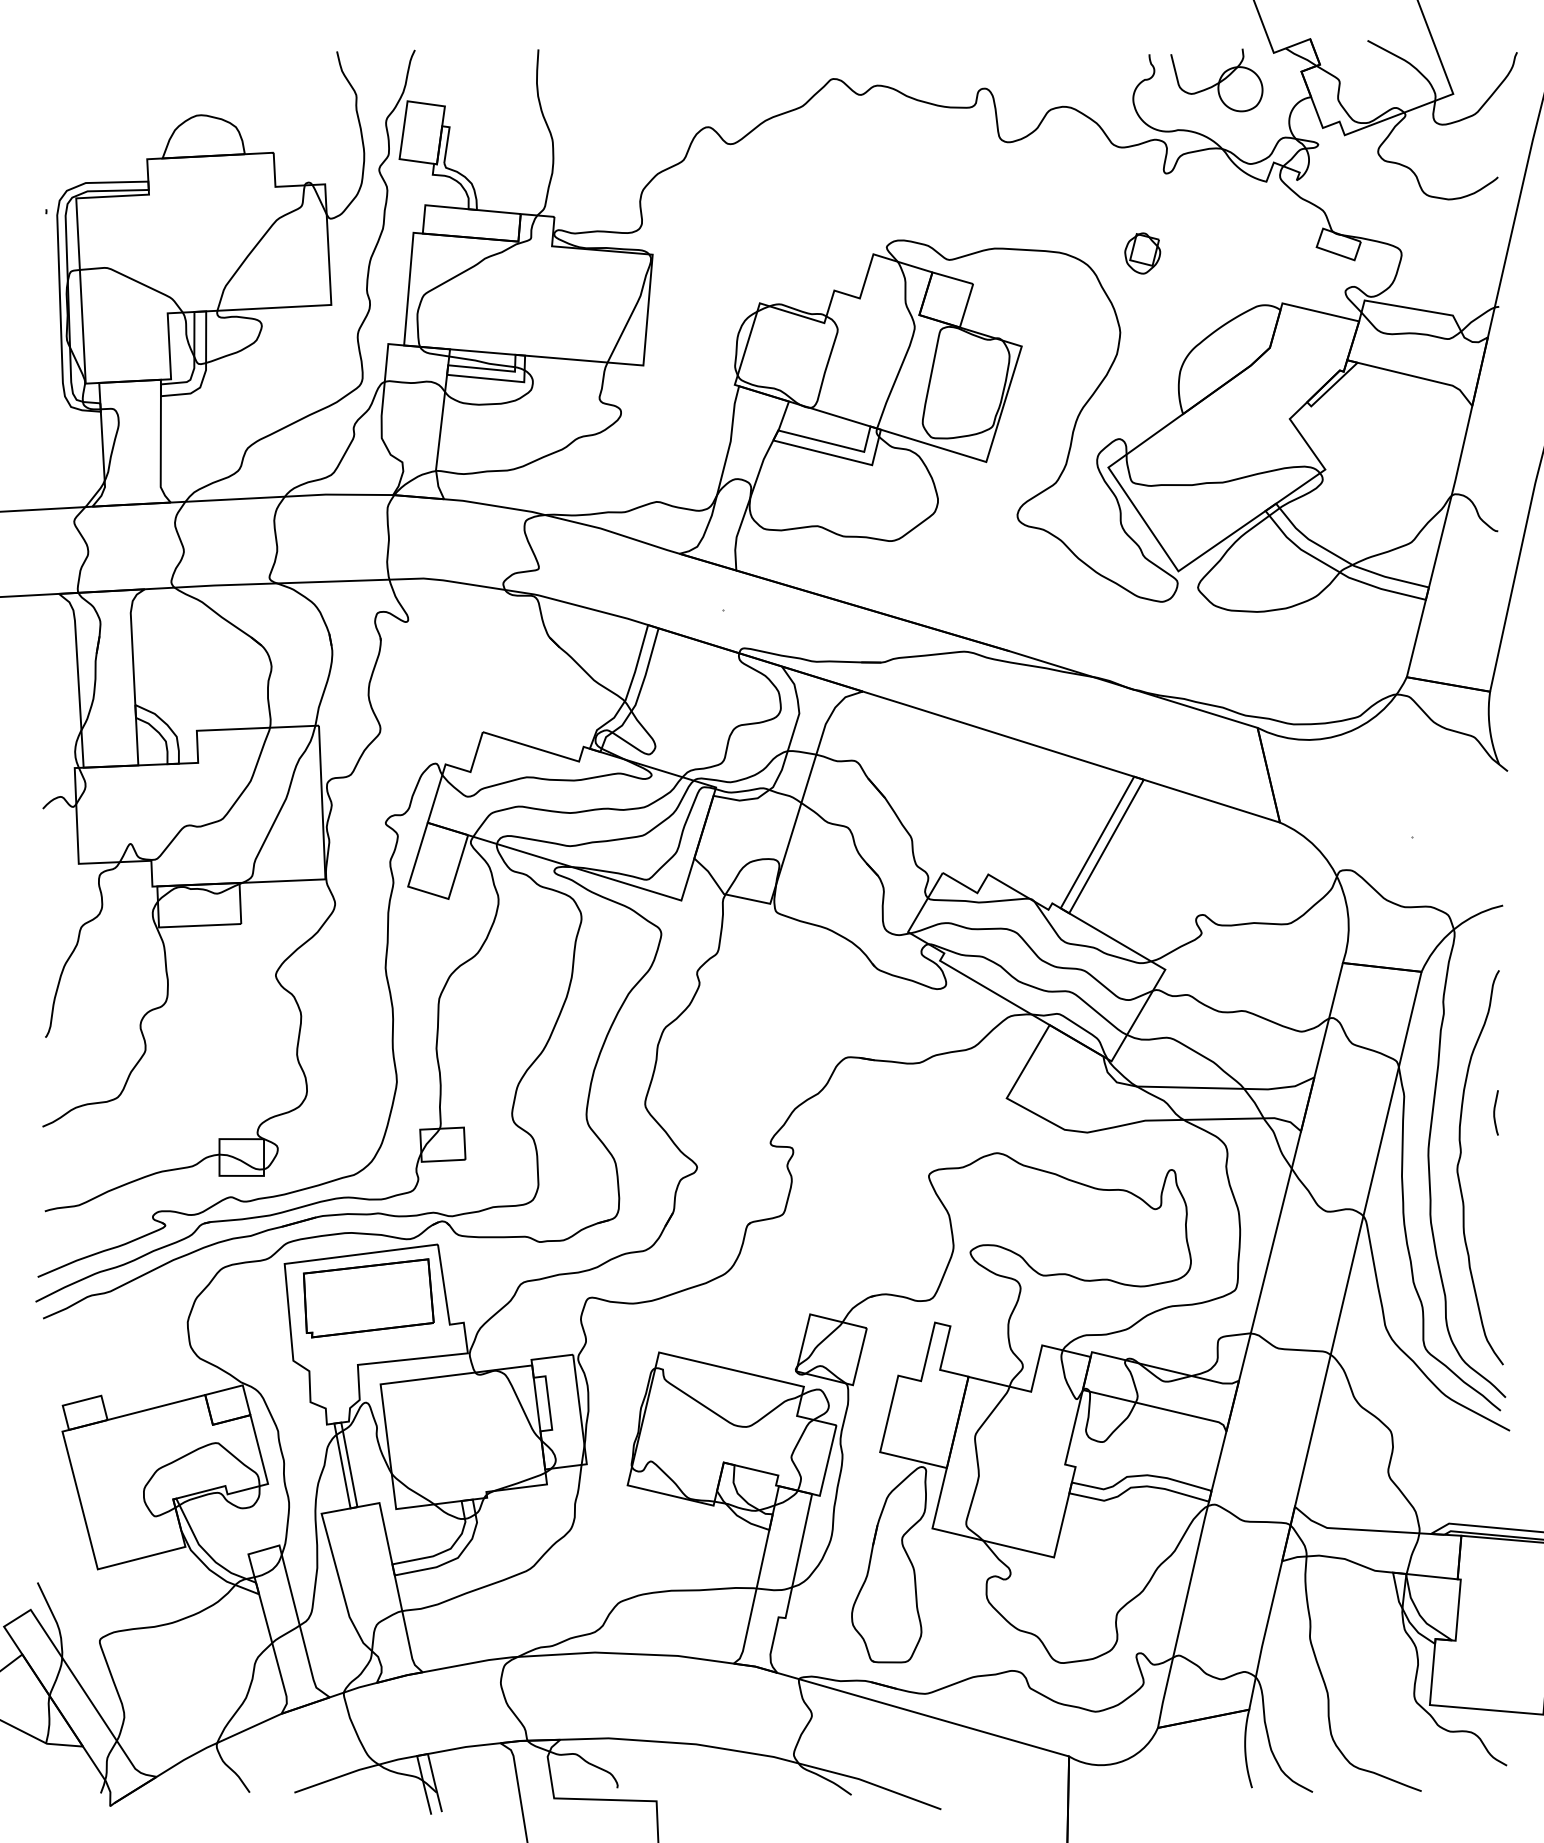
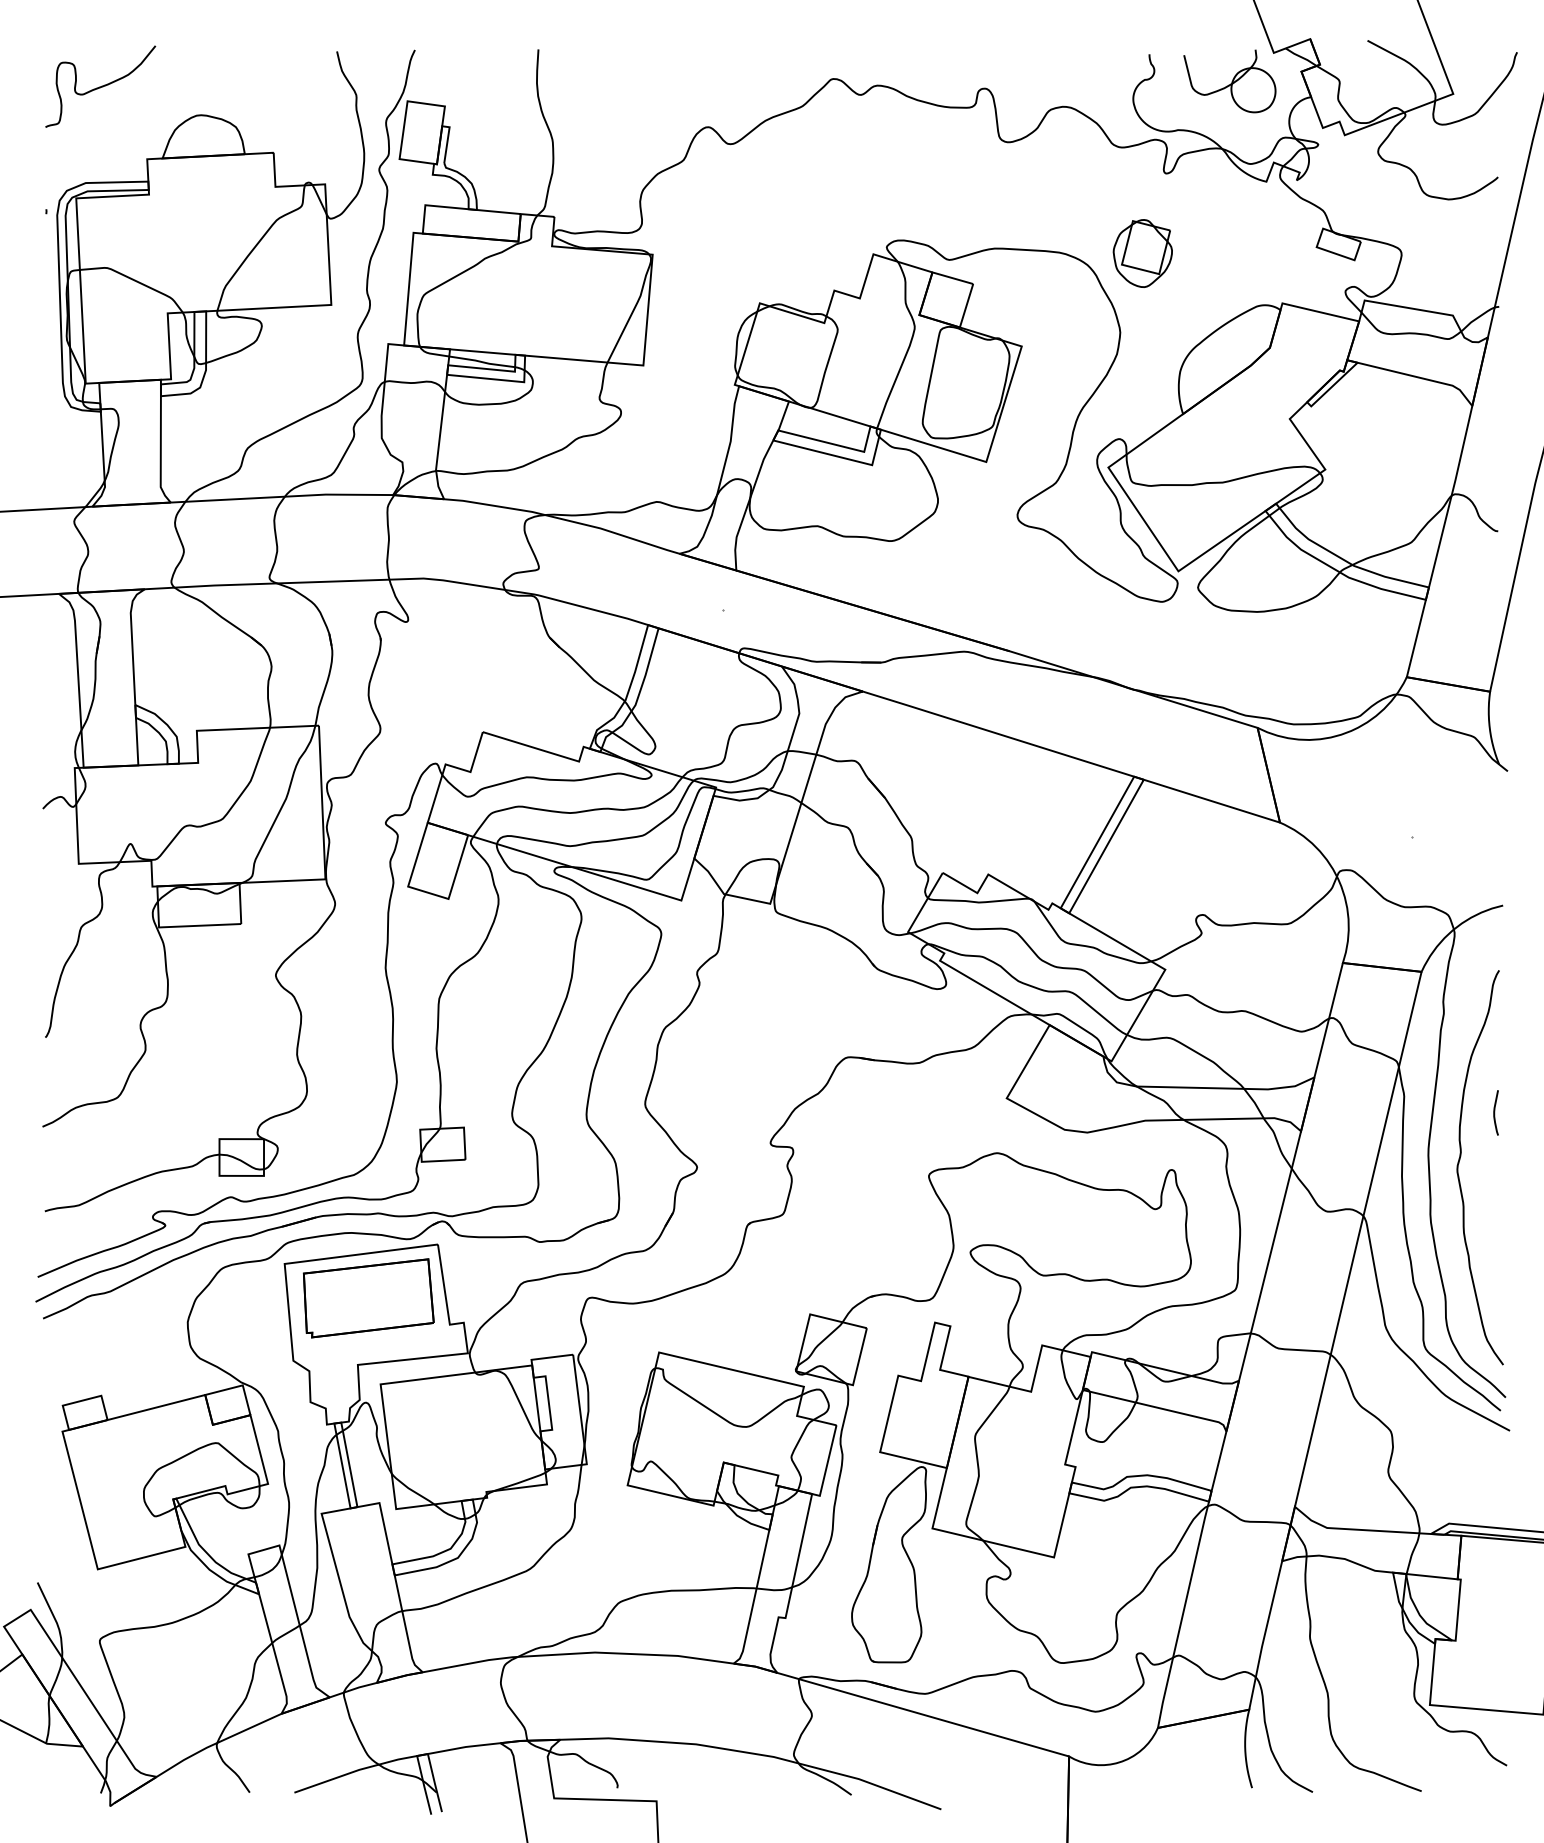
part at (1216, 80) position: (1216, 80) -> (1229, 81)
curve at (100, 86): none -> present
part at (1142, 253) size: 38x43 px -> 61x69 px
